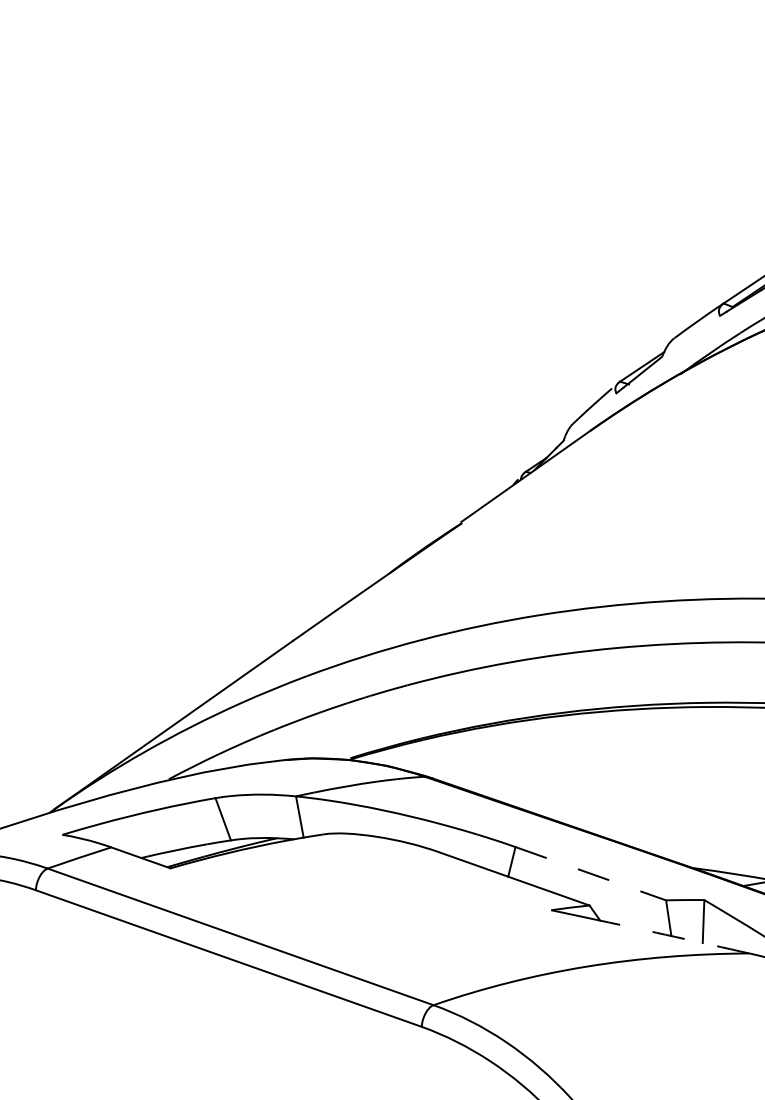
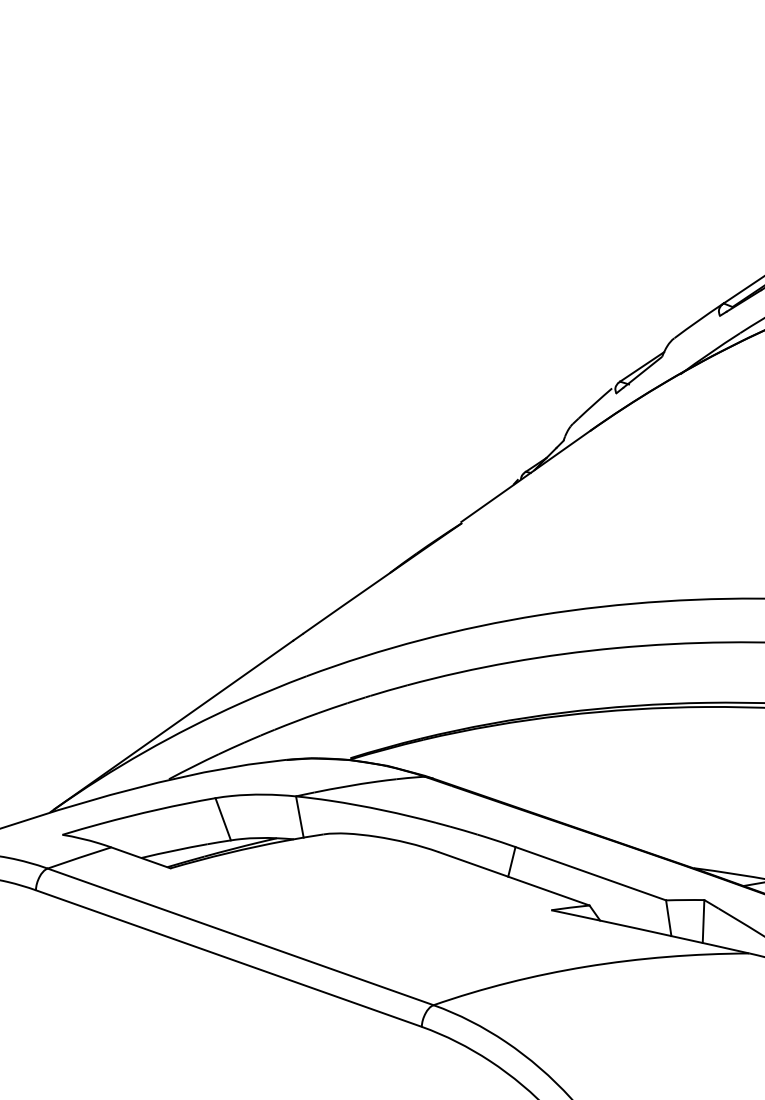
line at (590, 873): dashed -> solid
arc at (674, 936): dashed -> solid
